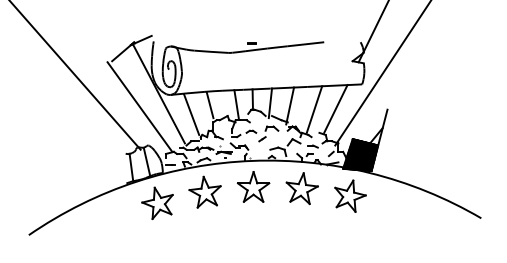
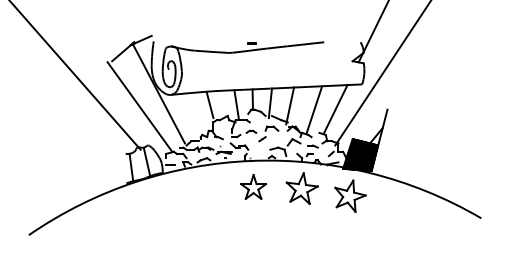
line at (191, 114): present -> none
part at (253, 186) size: 35x32 px -> 28x26 px
part at (204, 191): present -> none
part at (157, 202): present -> none
